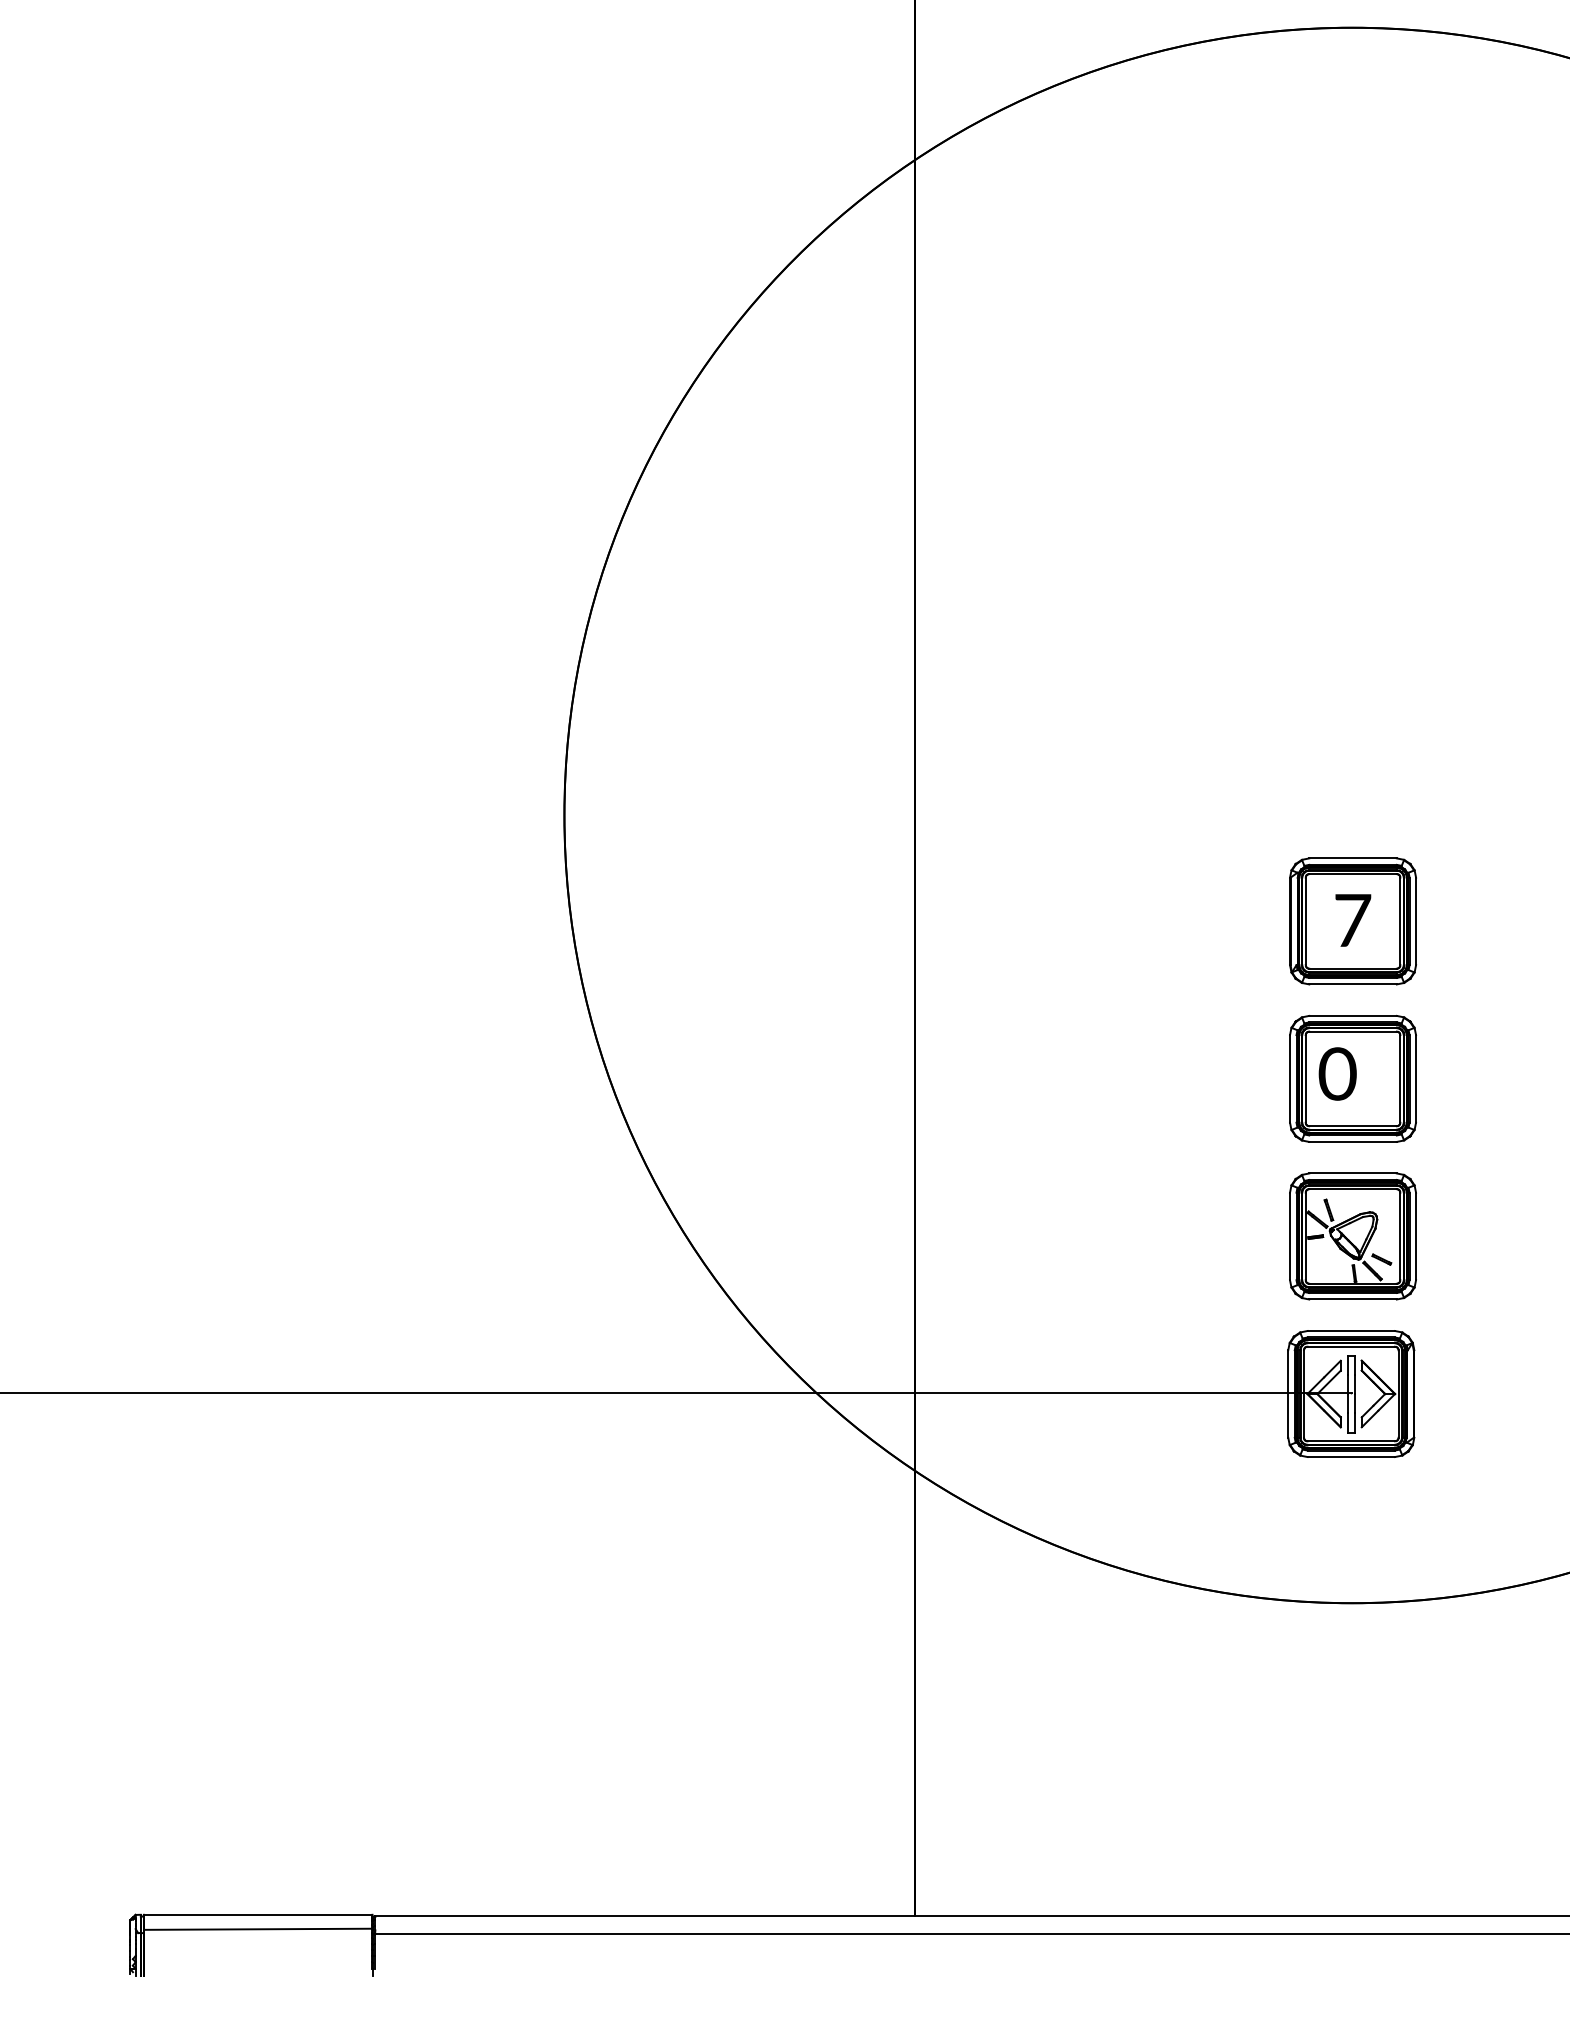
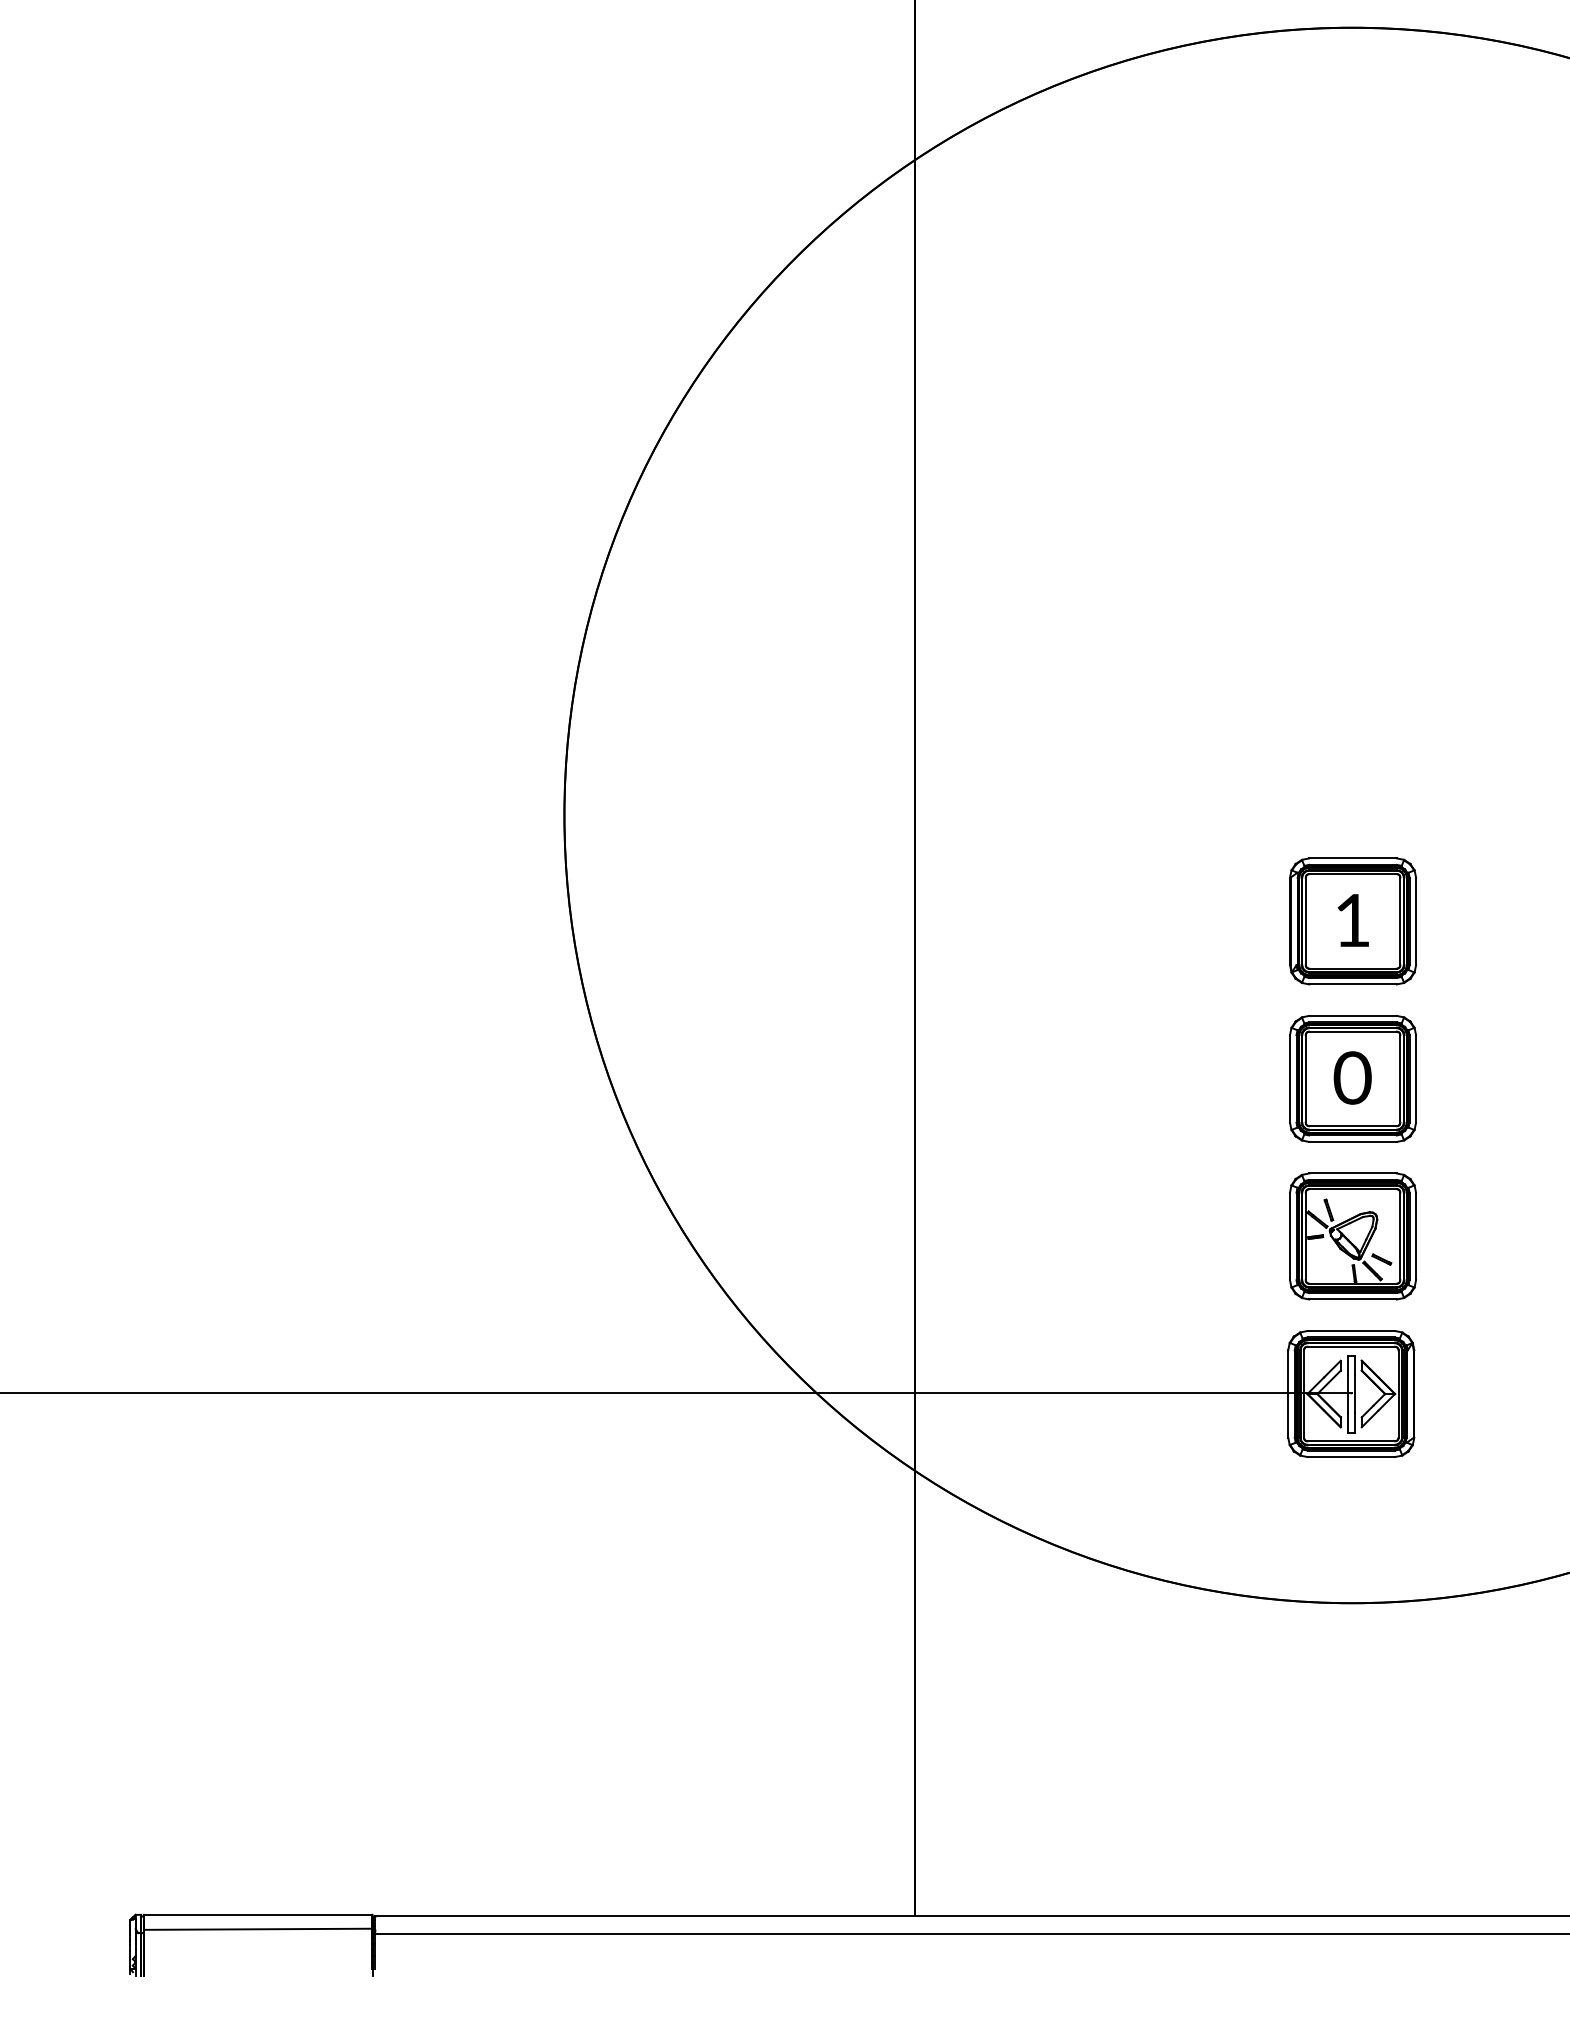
text at (1353, 920): 7 -> 1
text at (1337, 1073) position: (1337, 1073) -> (1352, 1077)
